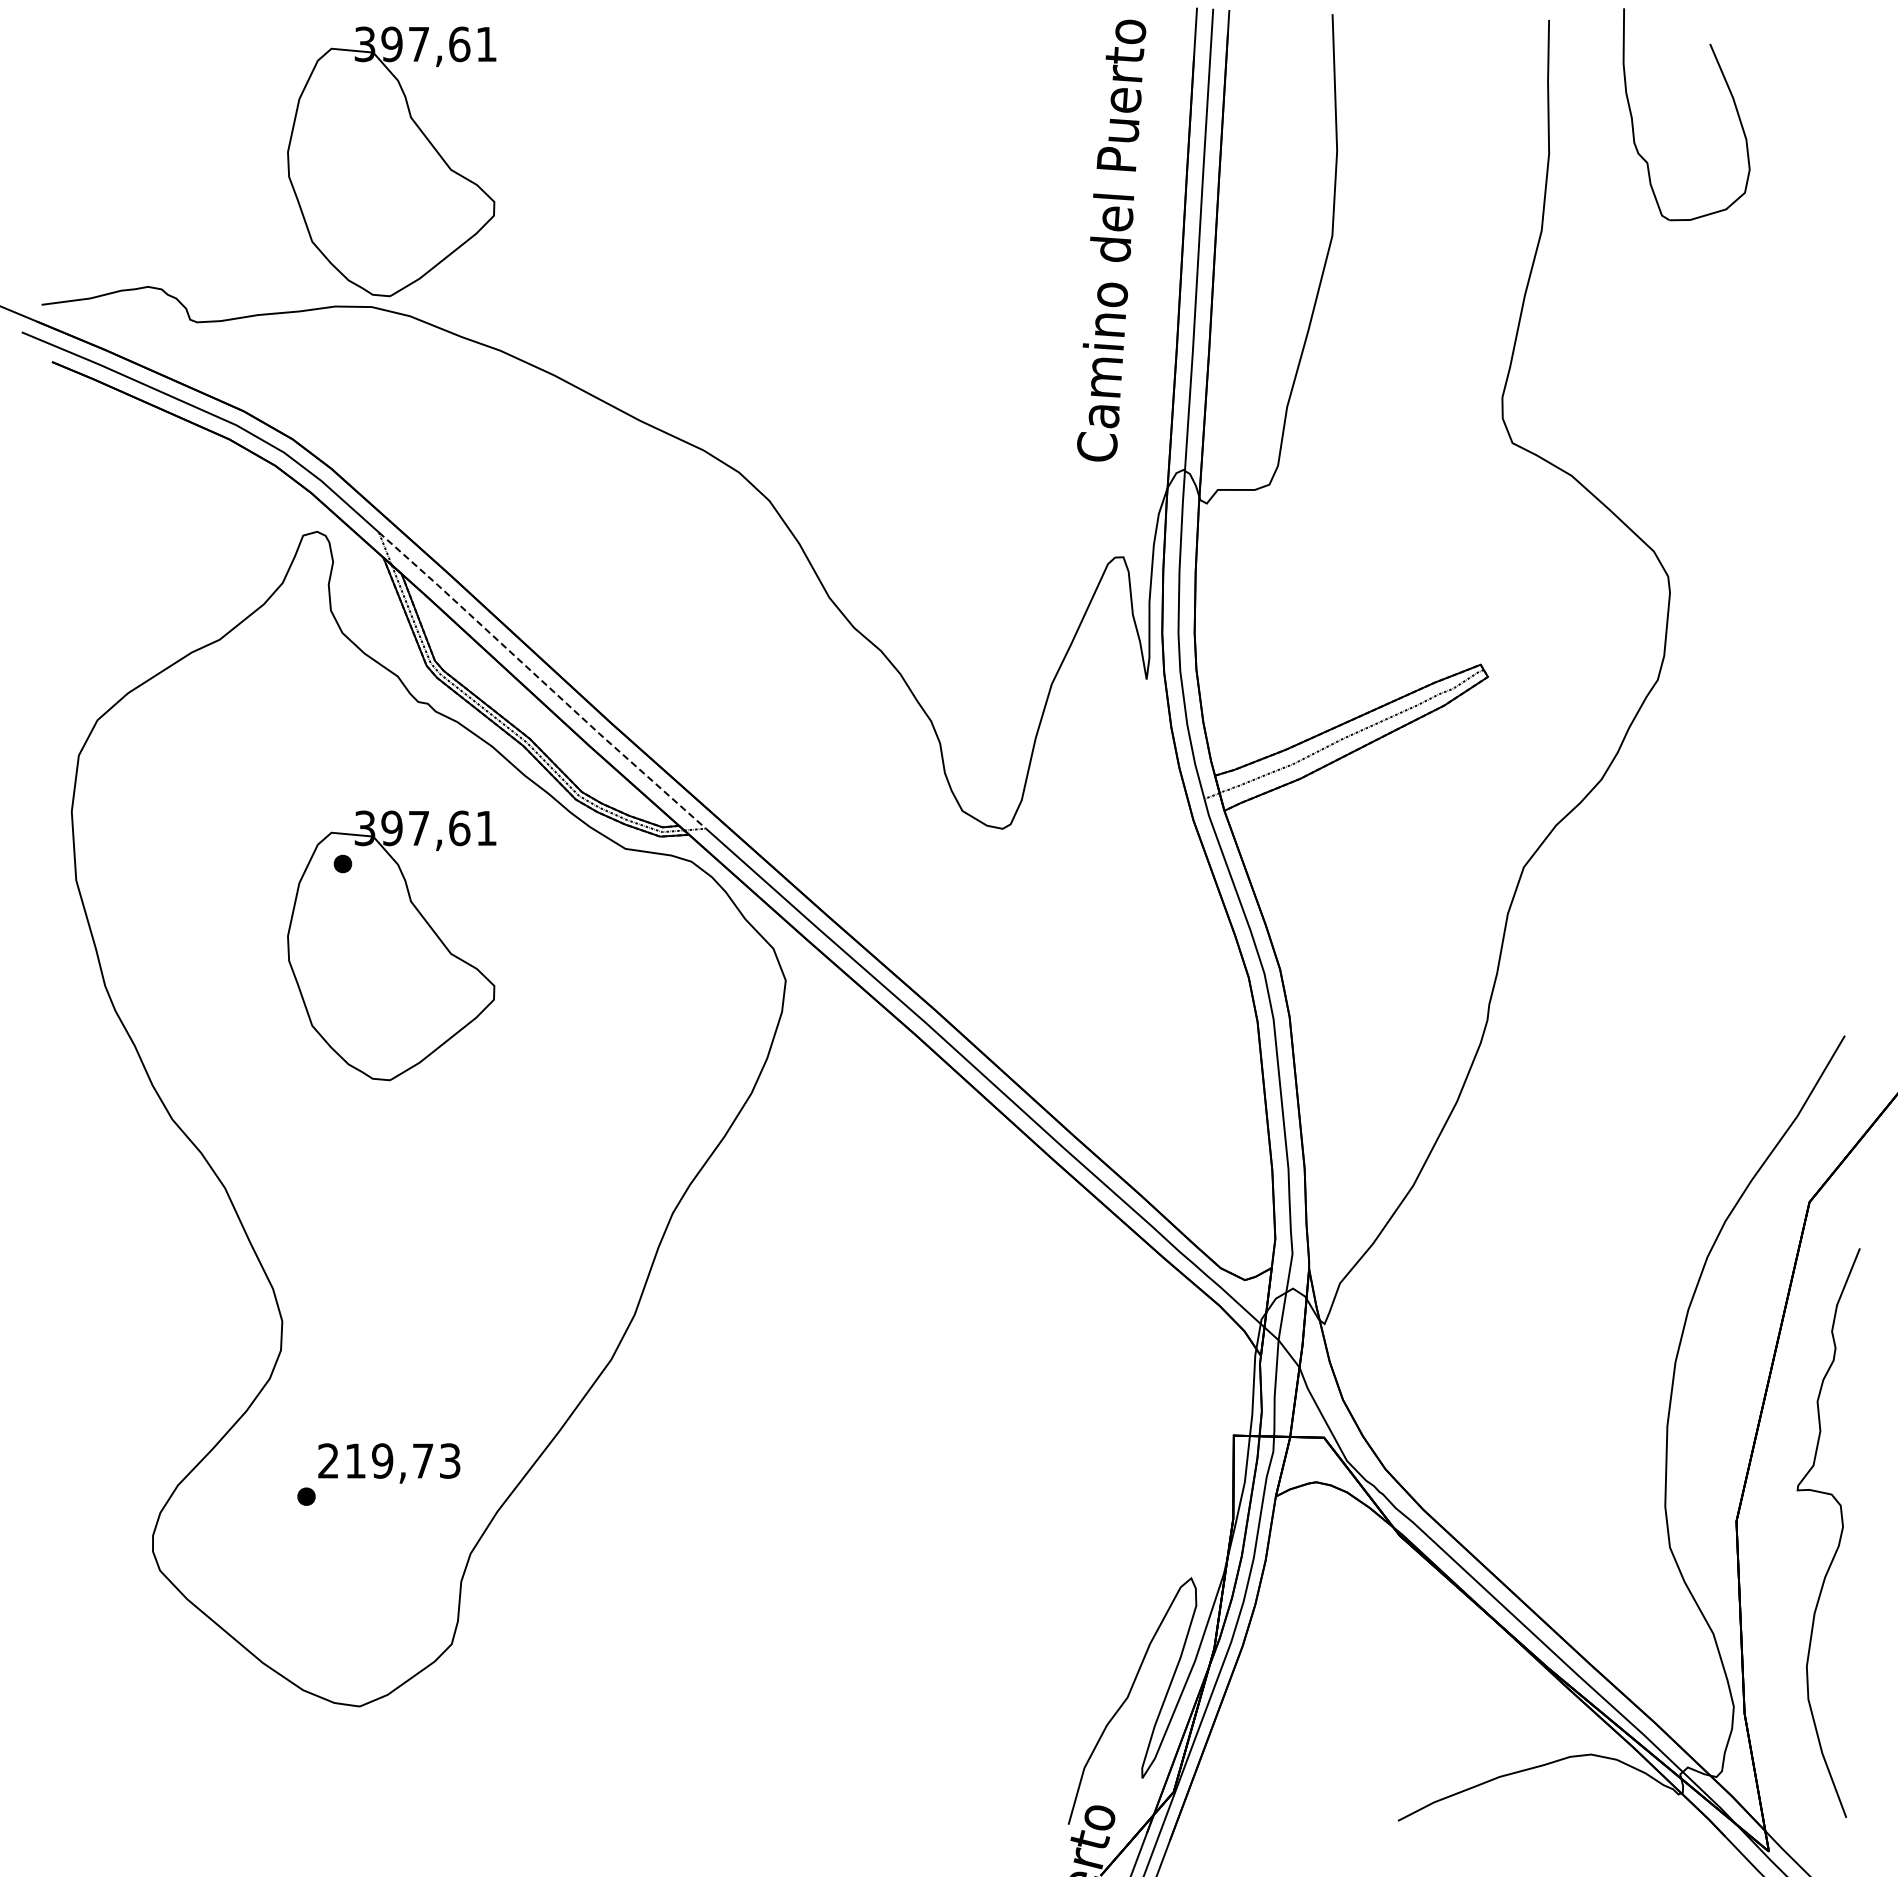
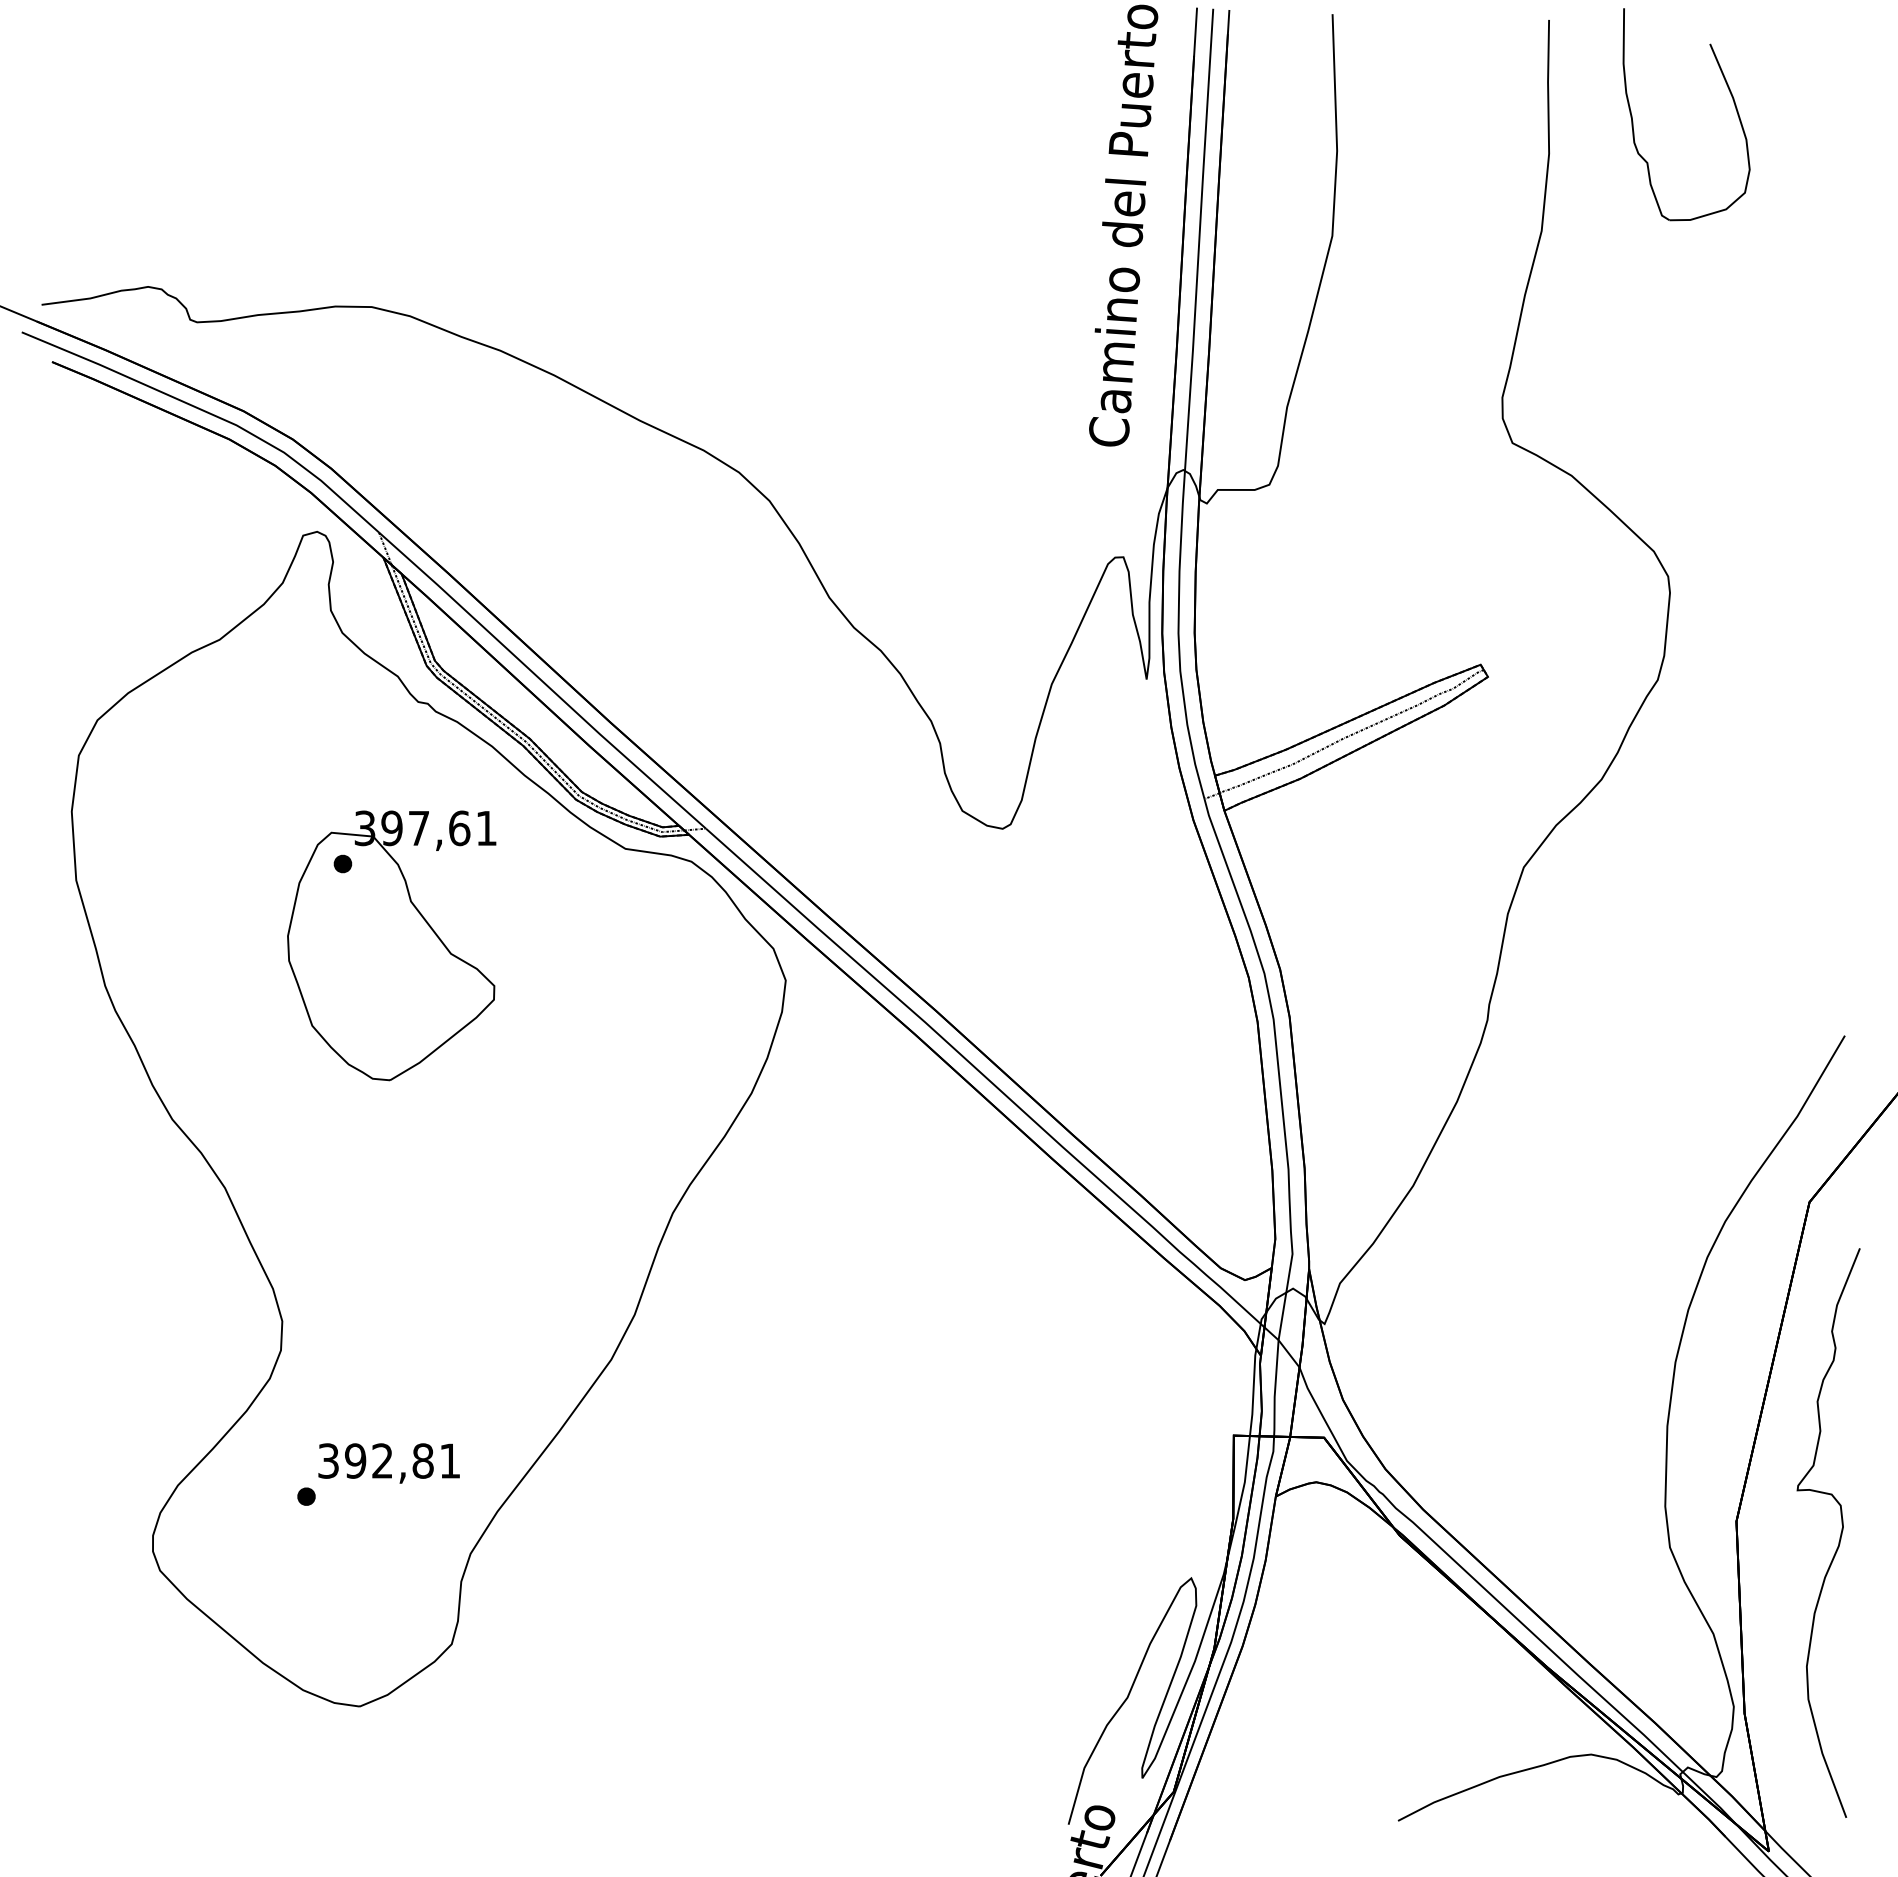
part at (391, 161): present -> none
text at (1111, 240) position: (1111, 240) -> (1123, 225)
line at (541, 680): dashed -> solid
text at (389, 1460): 219,73 -> 392,81
